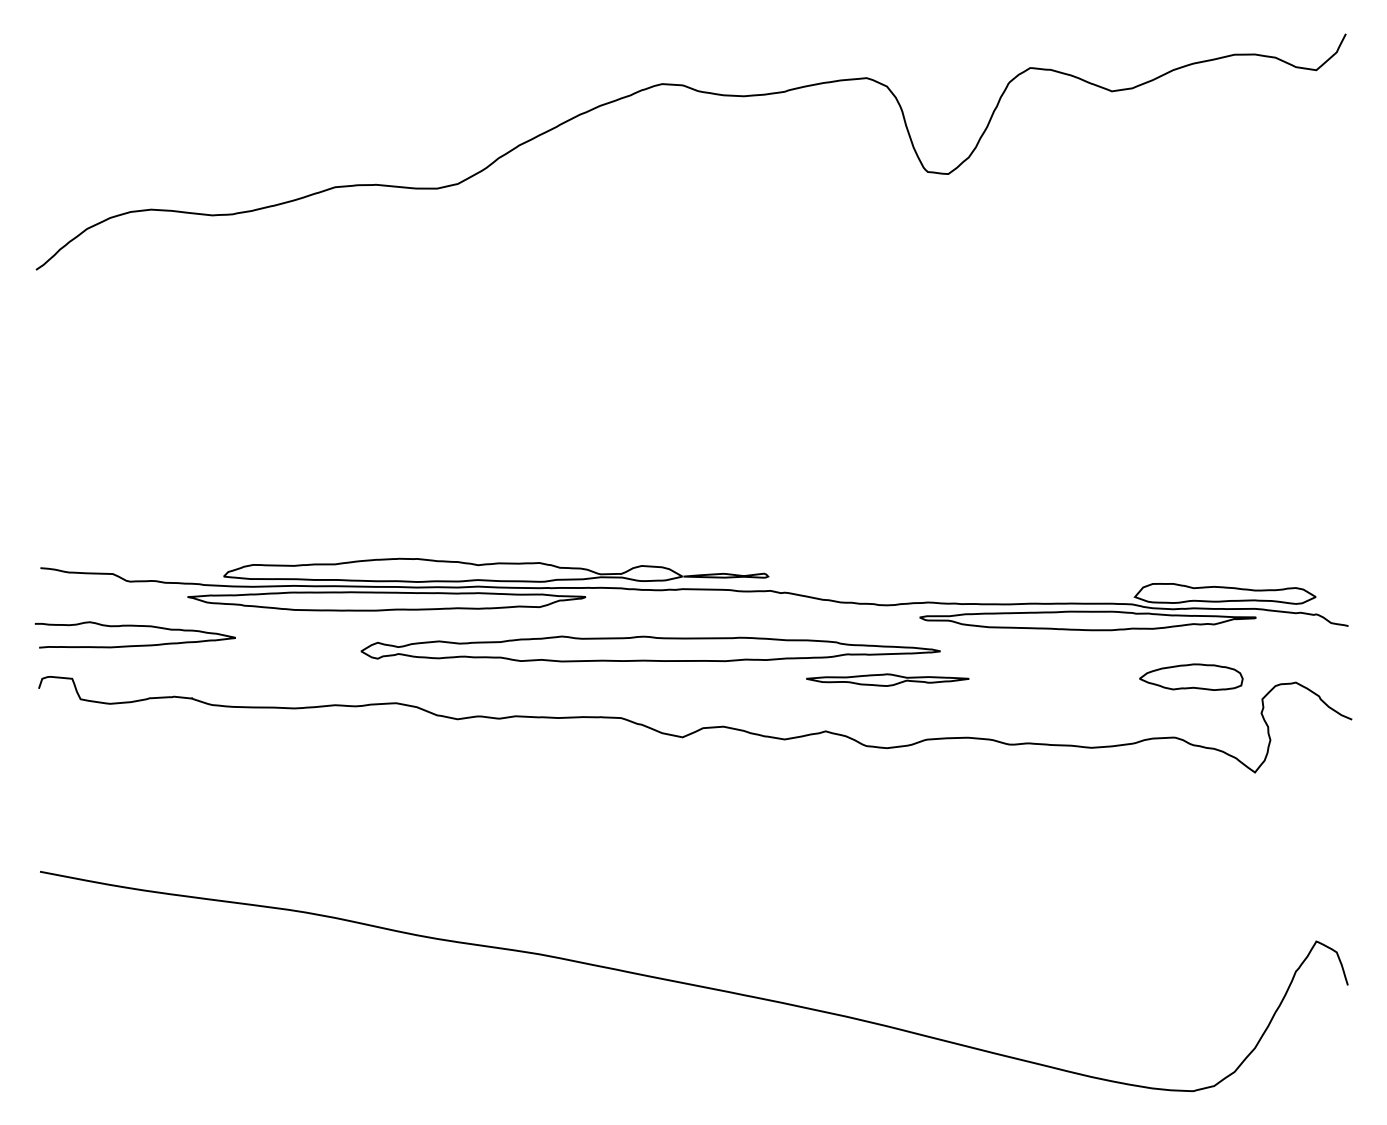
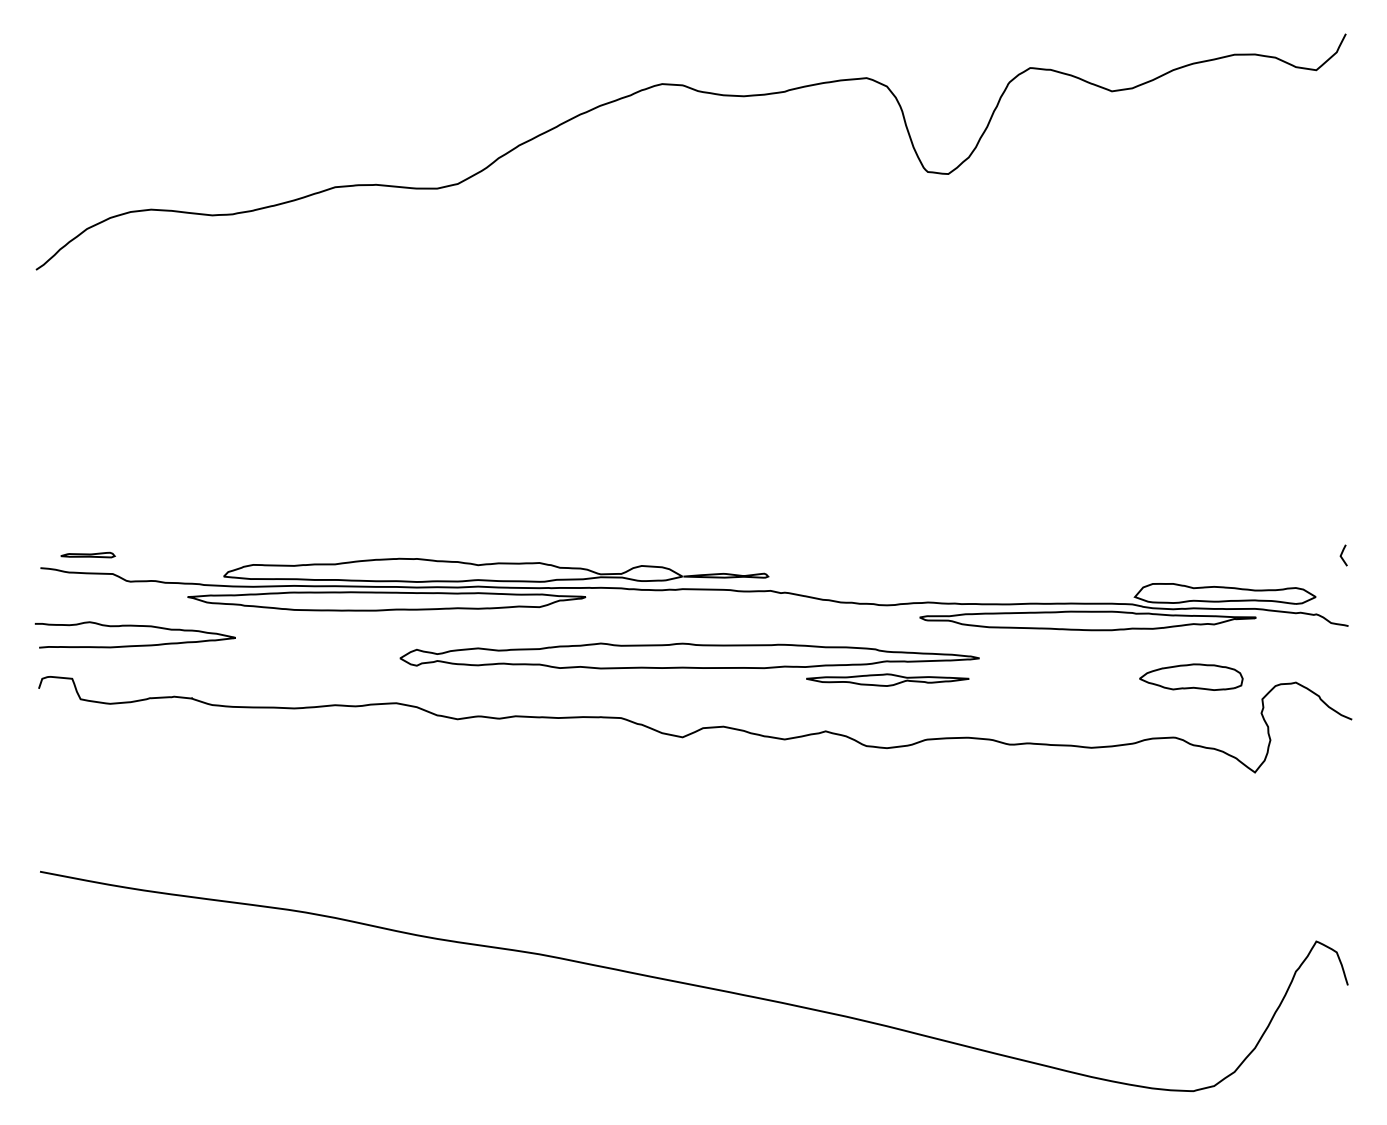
part at (87, 554): none -> present
line at (1342, 554): none -> present
part at (650, 648) position: (650, 648) -> (689, 655)
